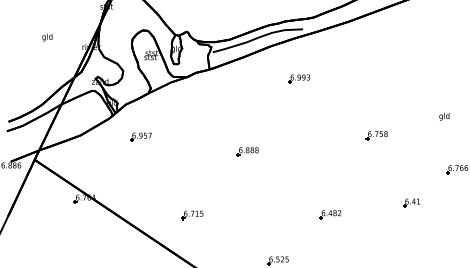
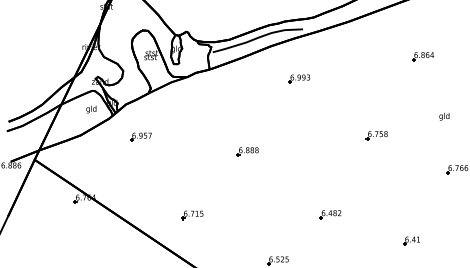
text at (47, 37) position: (47, 37) -> (91, 109)
part at (422, 56): none -> present
part at (411, 202) position: (411, 202) -> (411, 240)
